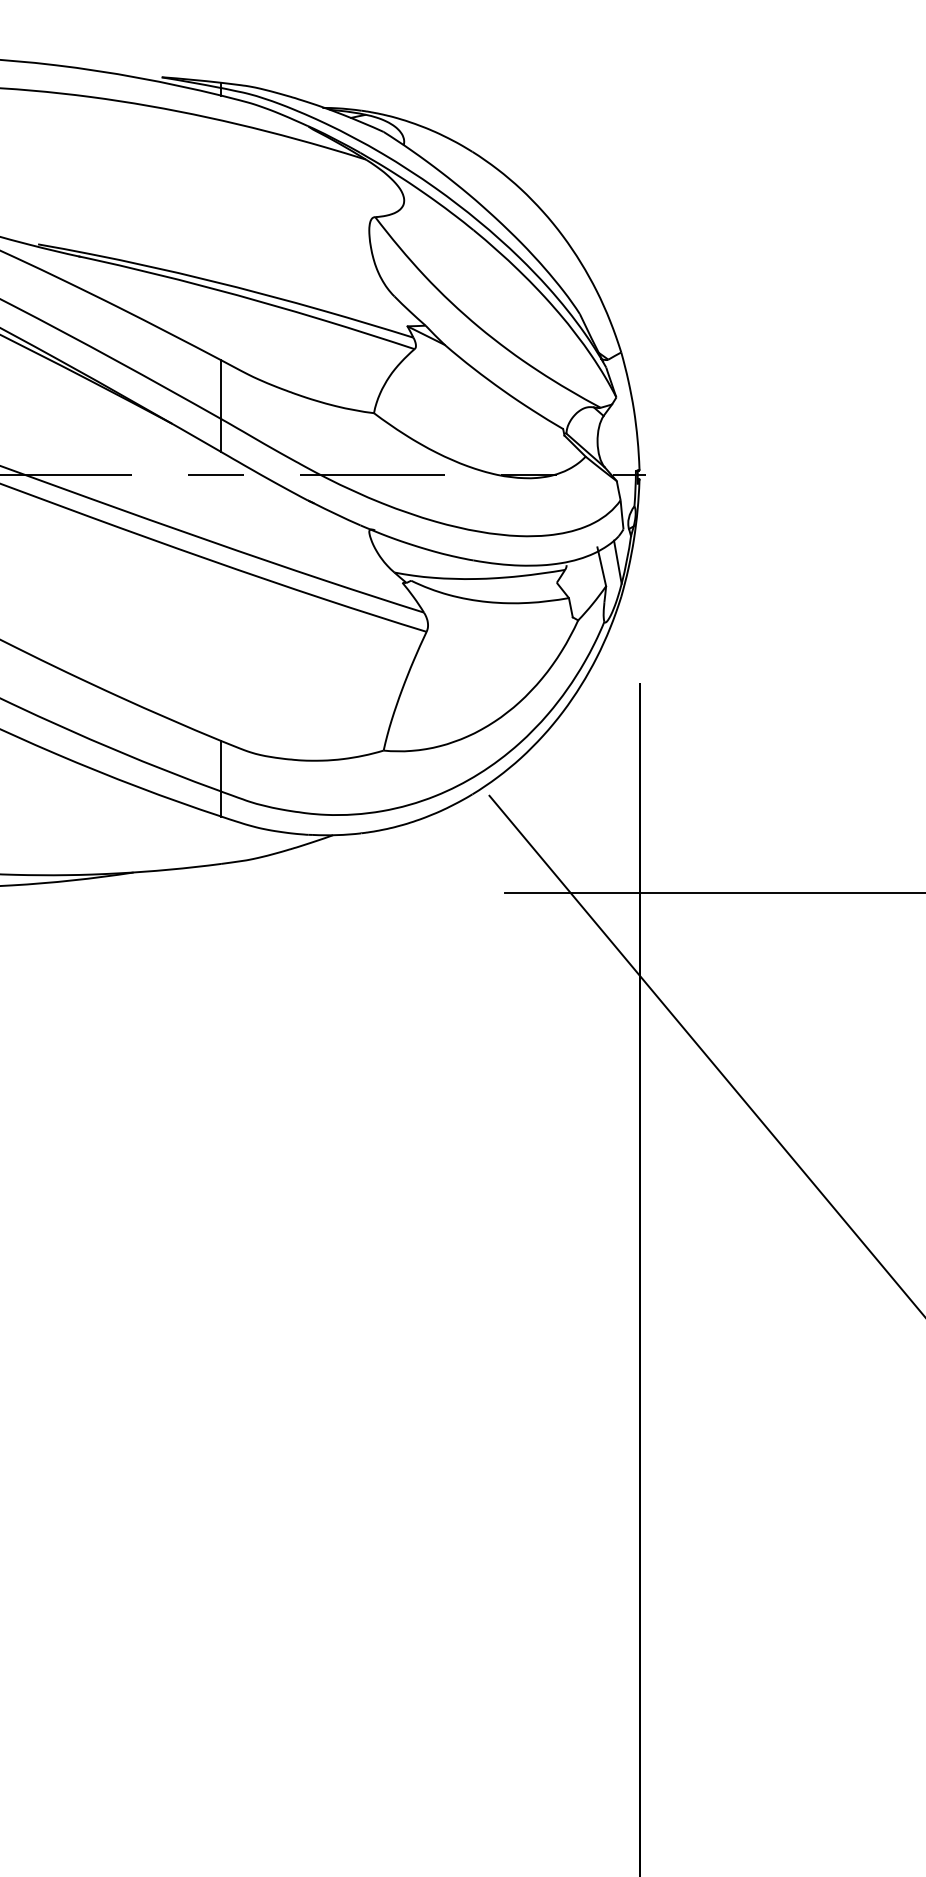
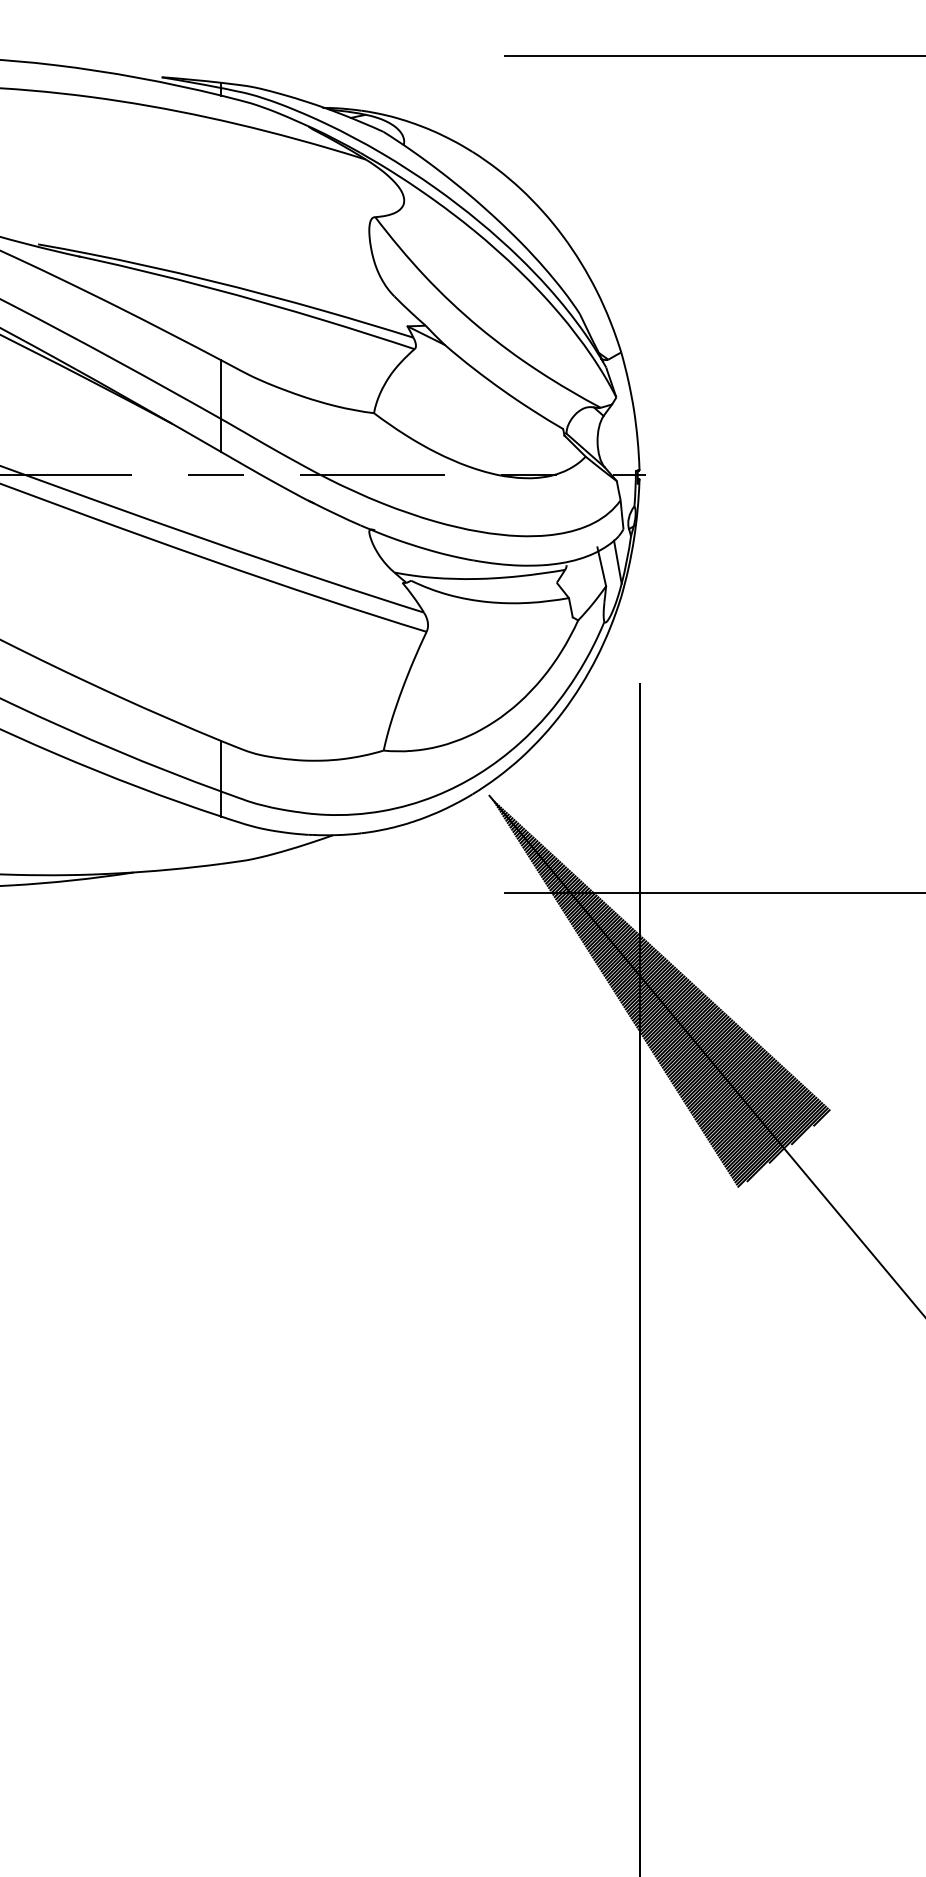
line at (713, 56): none -> present
hatch at (660, 991): none -> present
